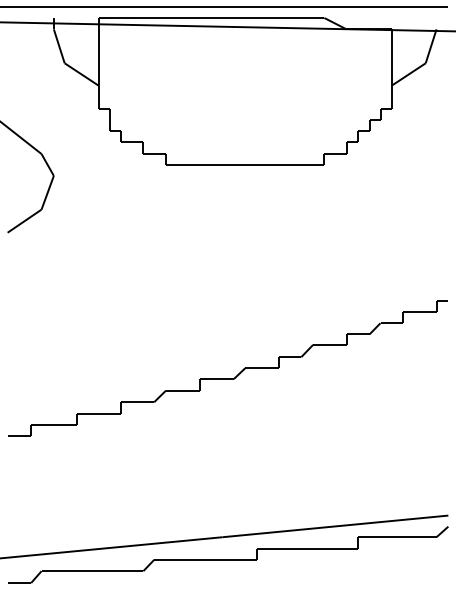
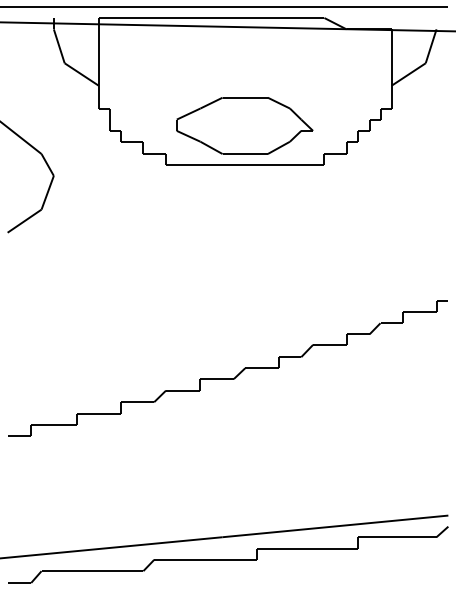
part at (244, 125): none -> present
